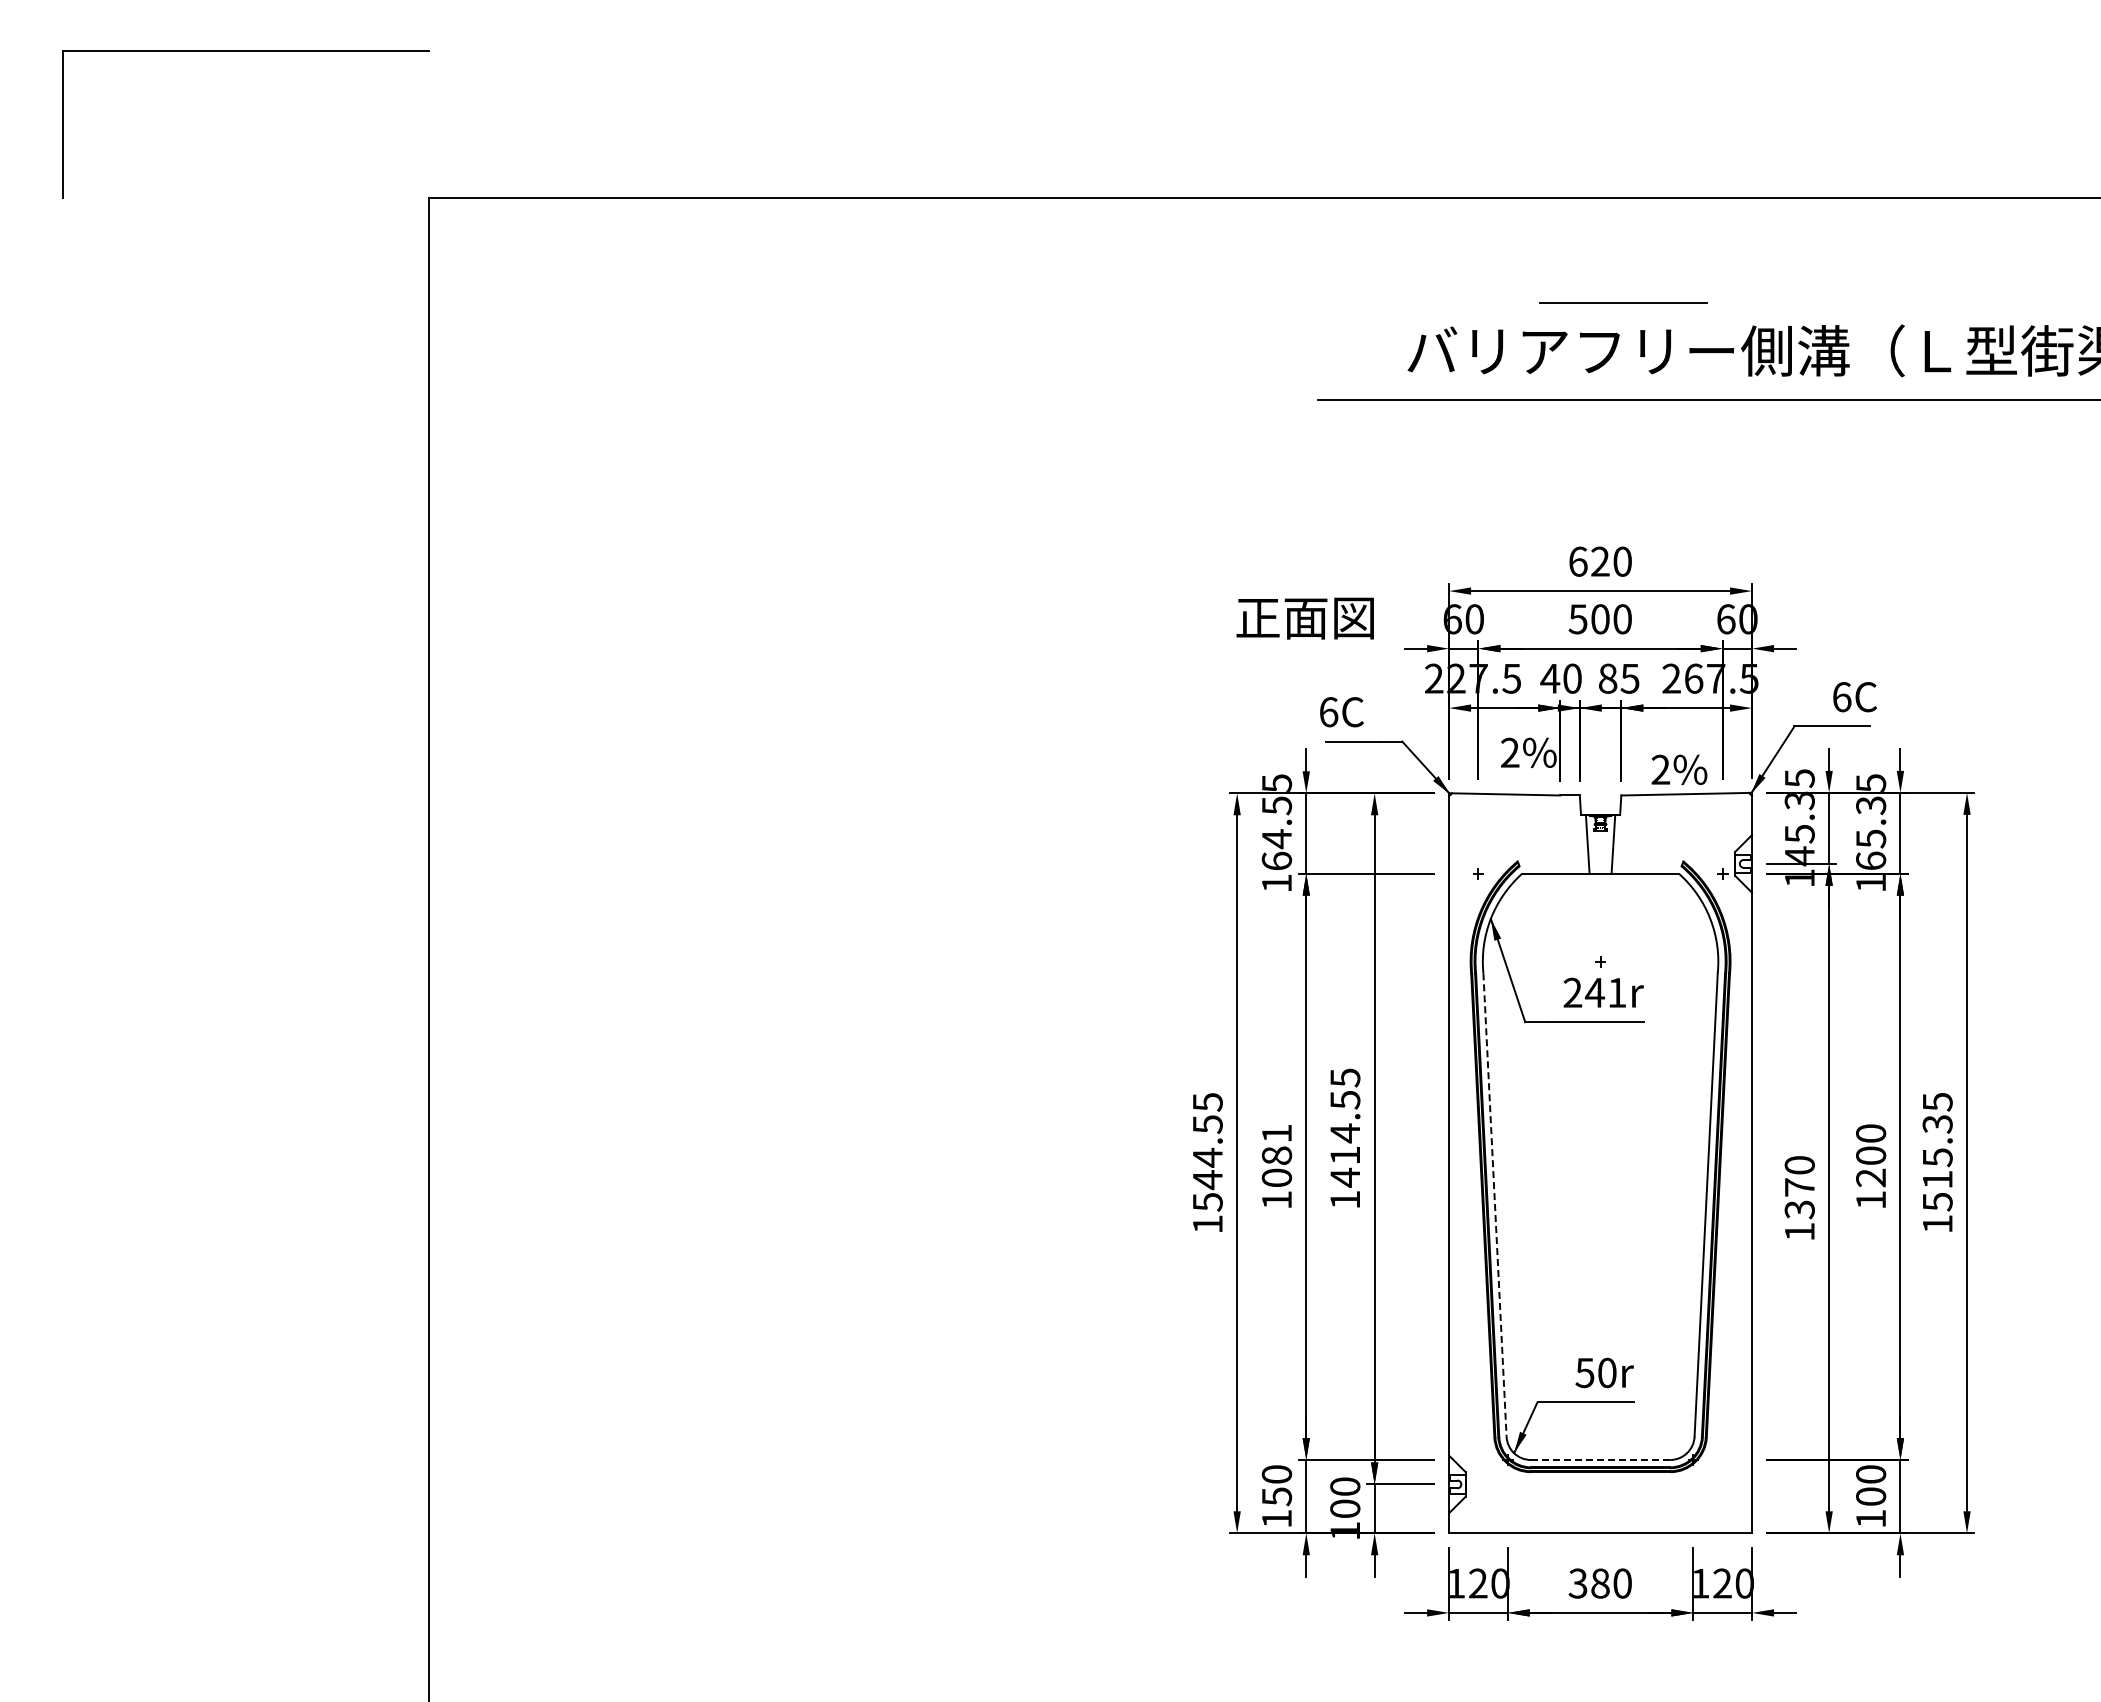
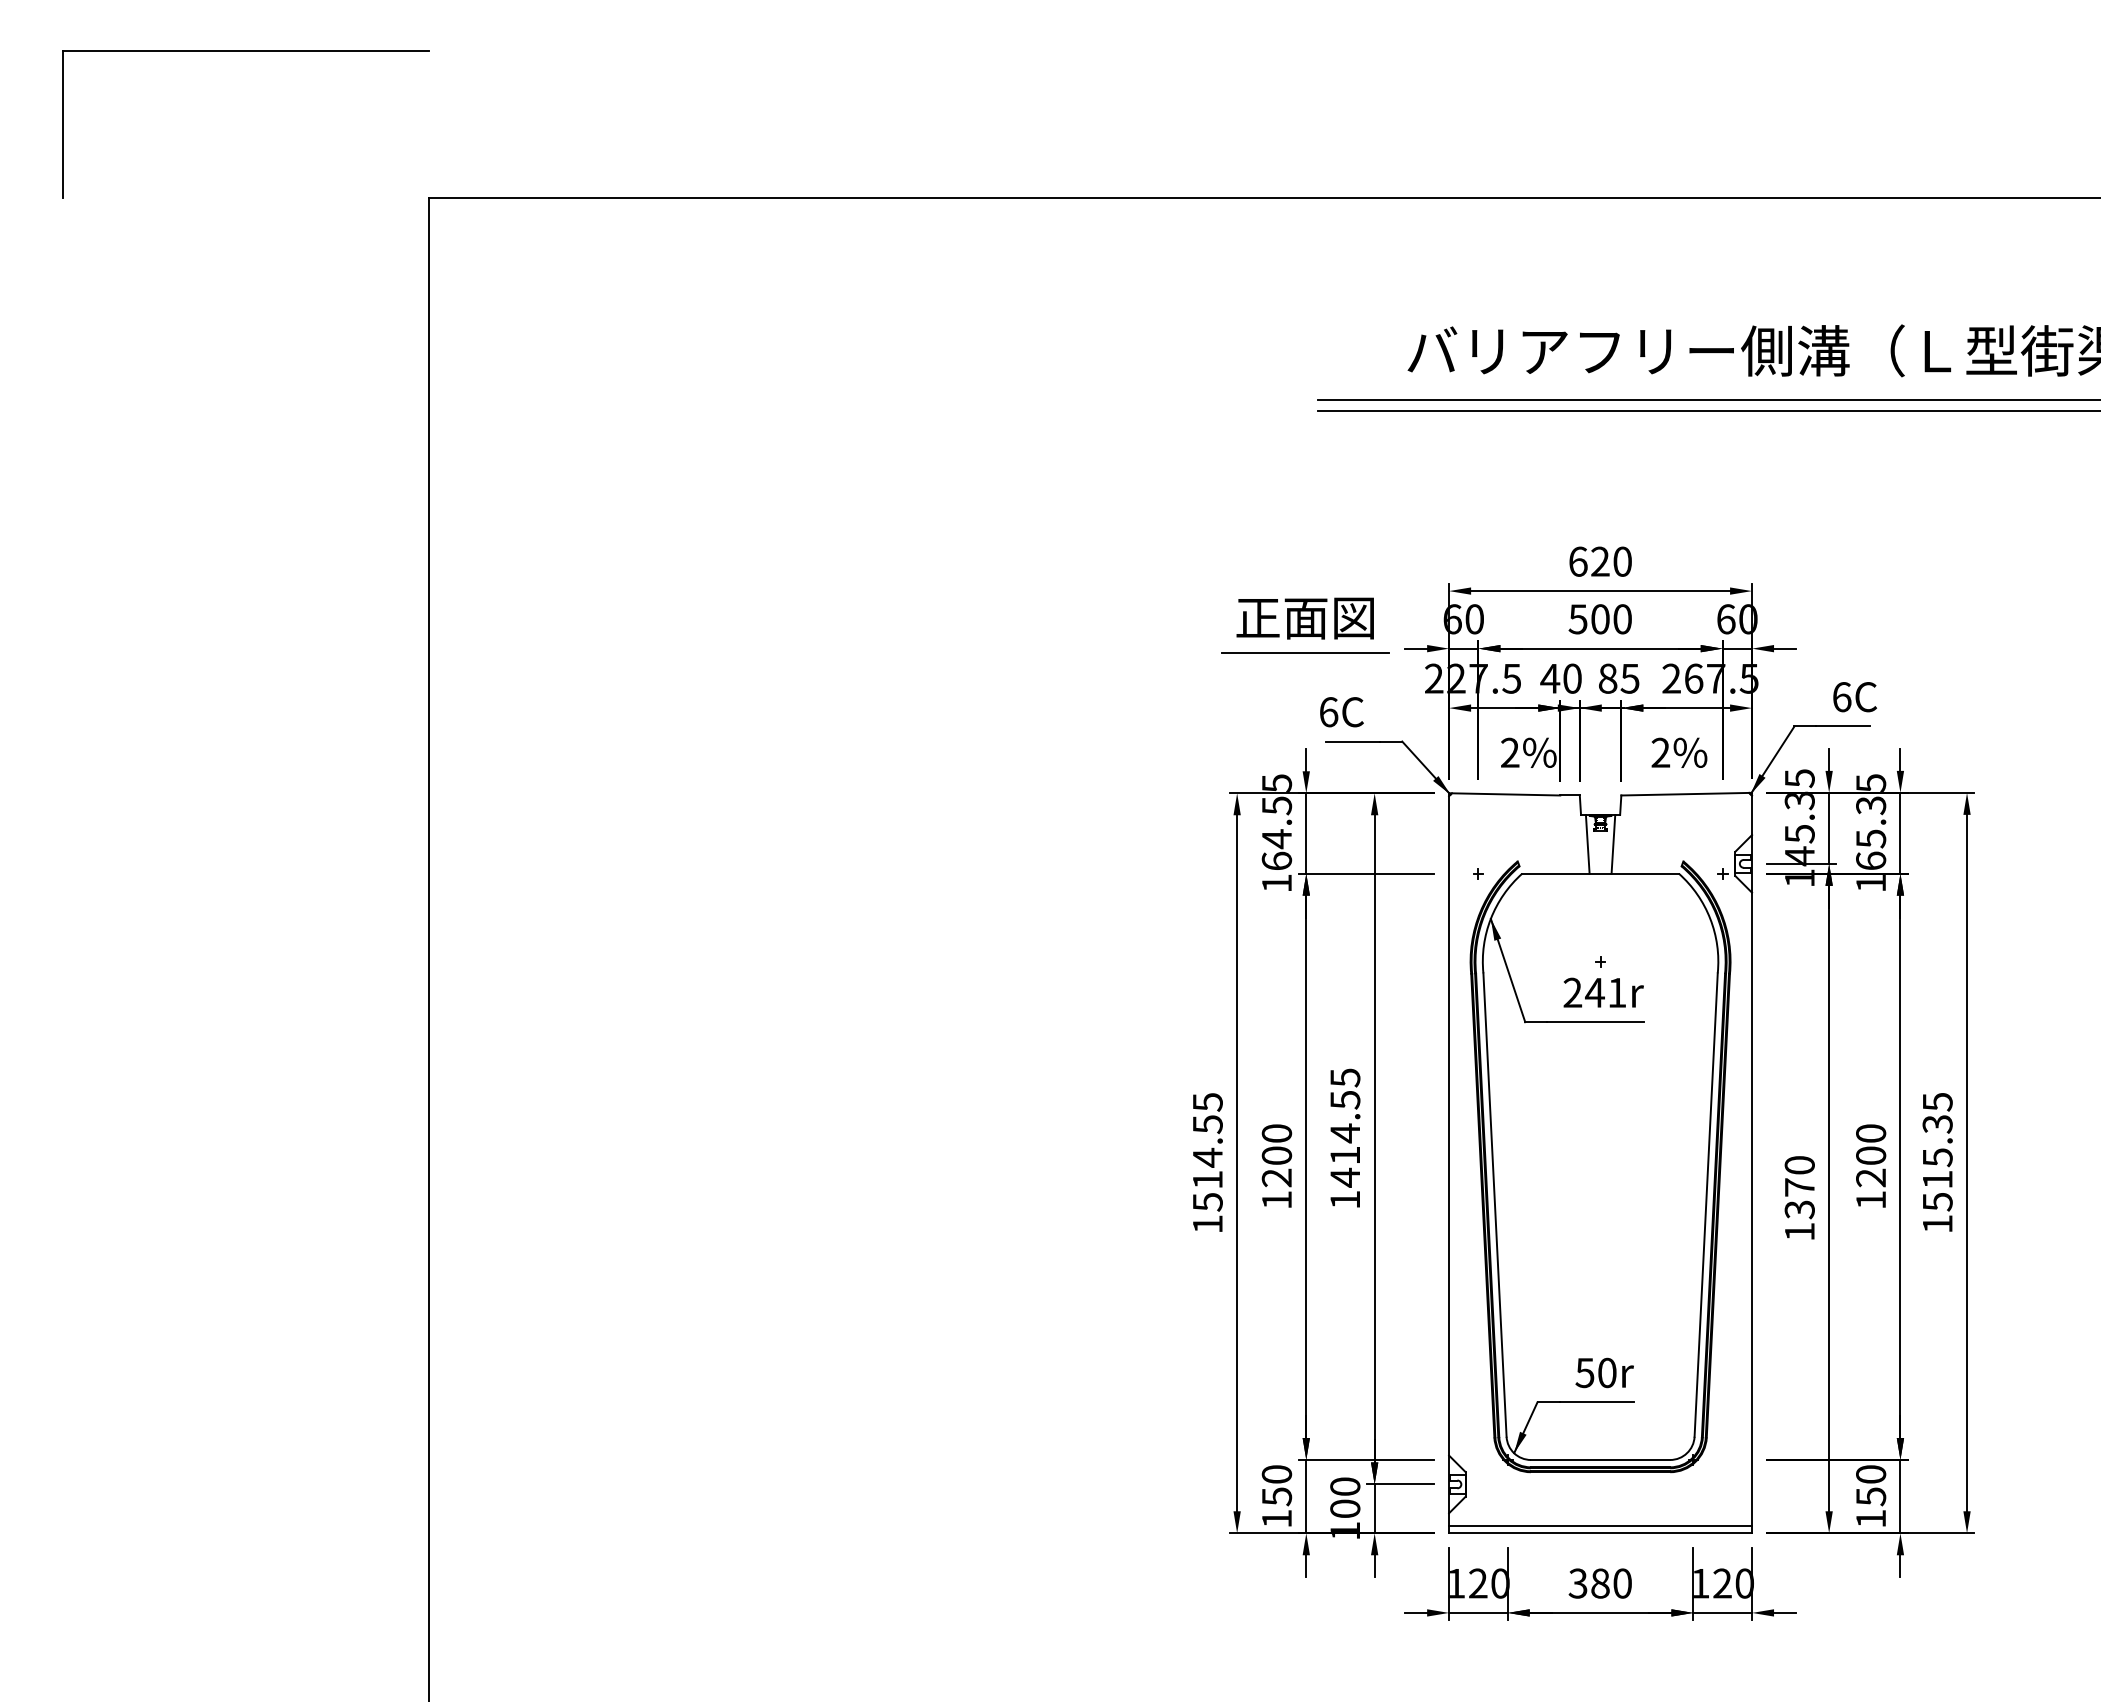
line at (1623, 302) position: (1623, 302) -> (1305, 652)
line at (1707, 411): none -> present
text at (1679, 769) position: (1679, 769) -> (1679, 752)
text at (1276, 1155): 1081 -> 1200
text at (1207, 1180): 1544.55 -> 1514.55
line at (1495, 1205): dashed -> solid
line at (1600, 1460): dashed -> solid
text at (1871, 1496): 100 -> 150
line at (1600, 1525): none -> present
